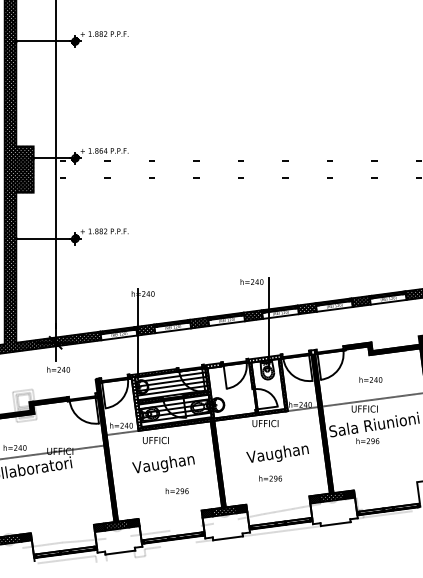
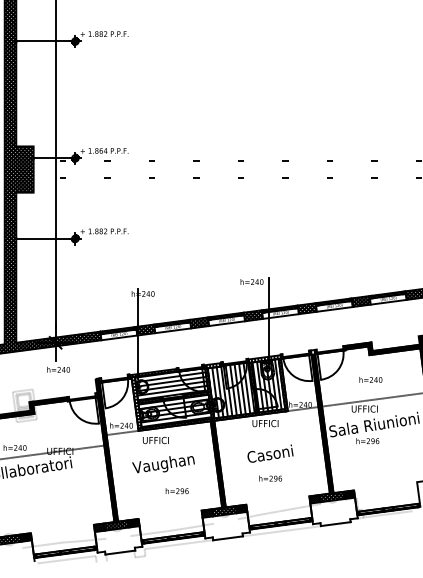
hatch at (244, 388): none -> present
text at (277, 453): Vaughan -> Casoni
line at (185, 528): none -> present
line at (178, 544): none -> present
